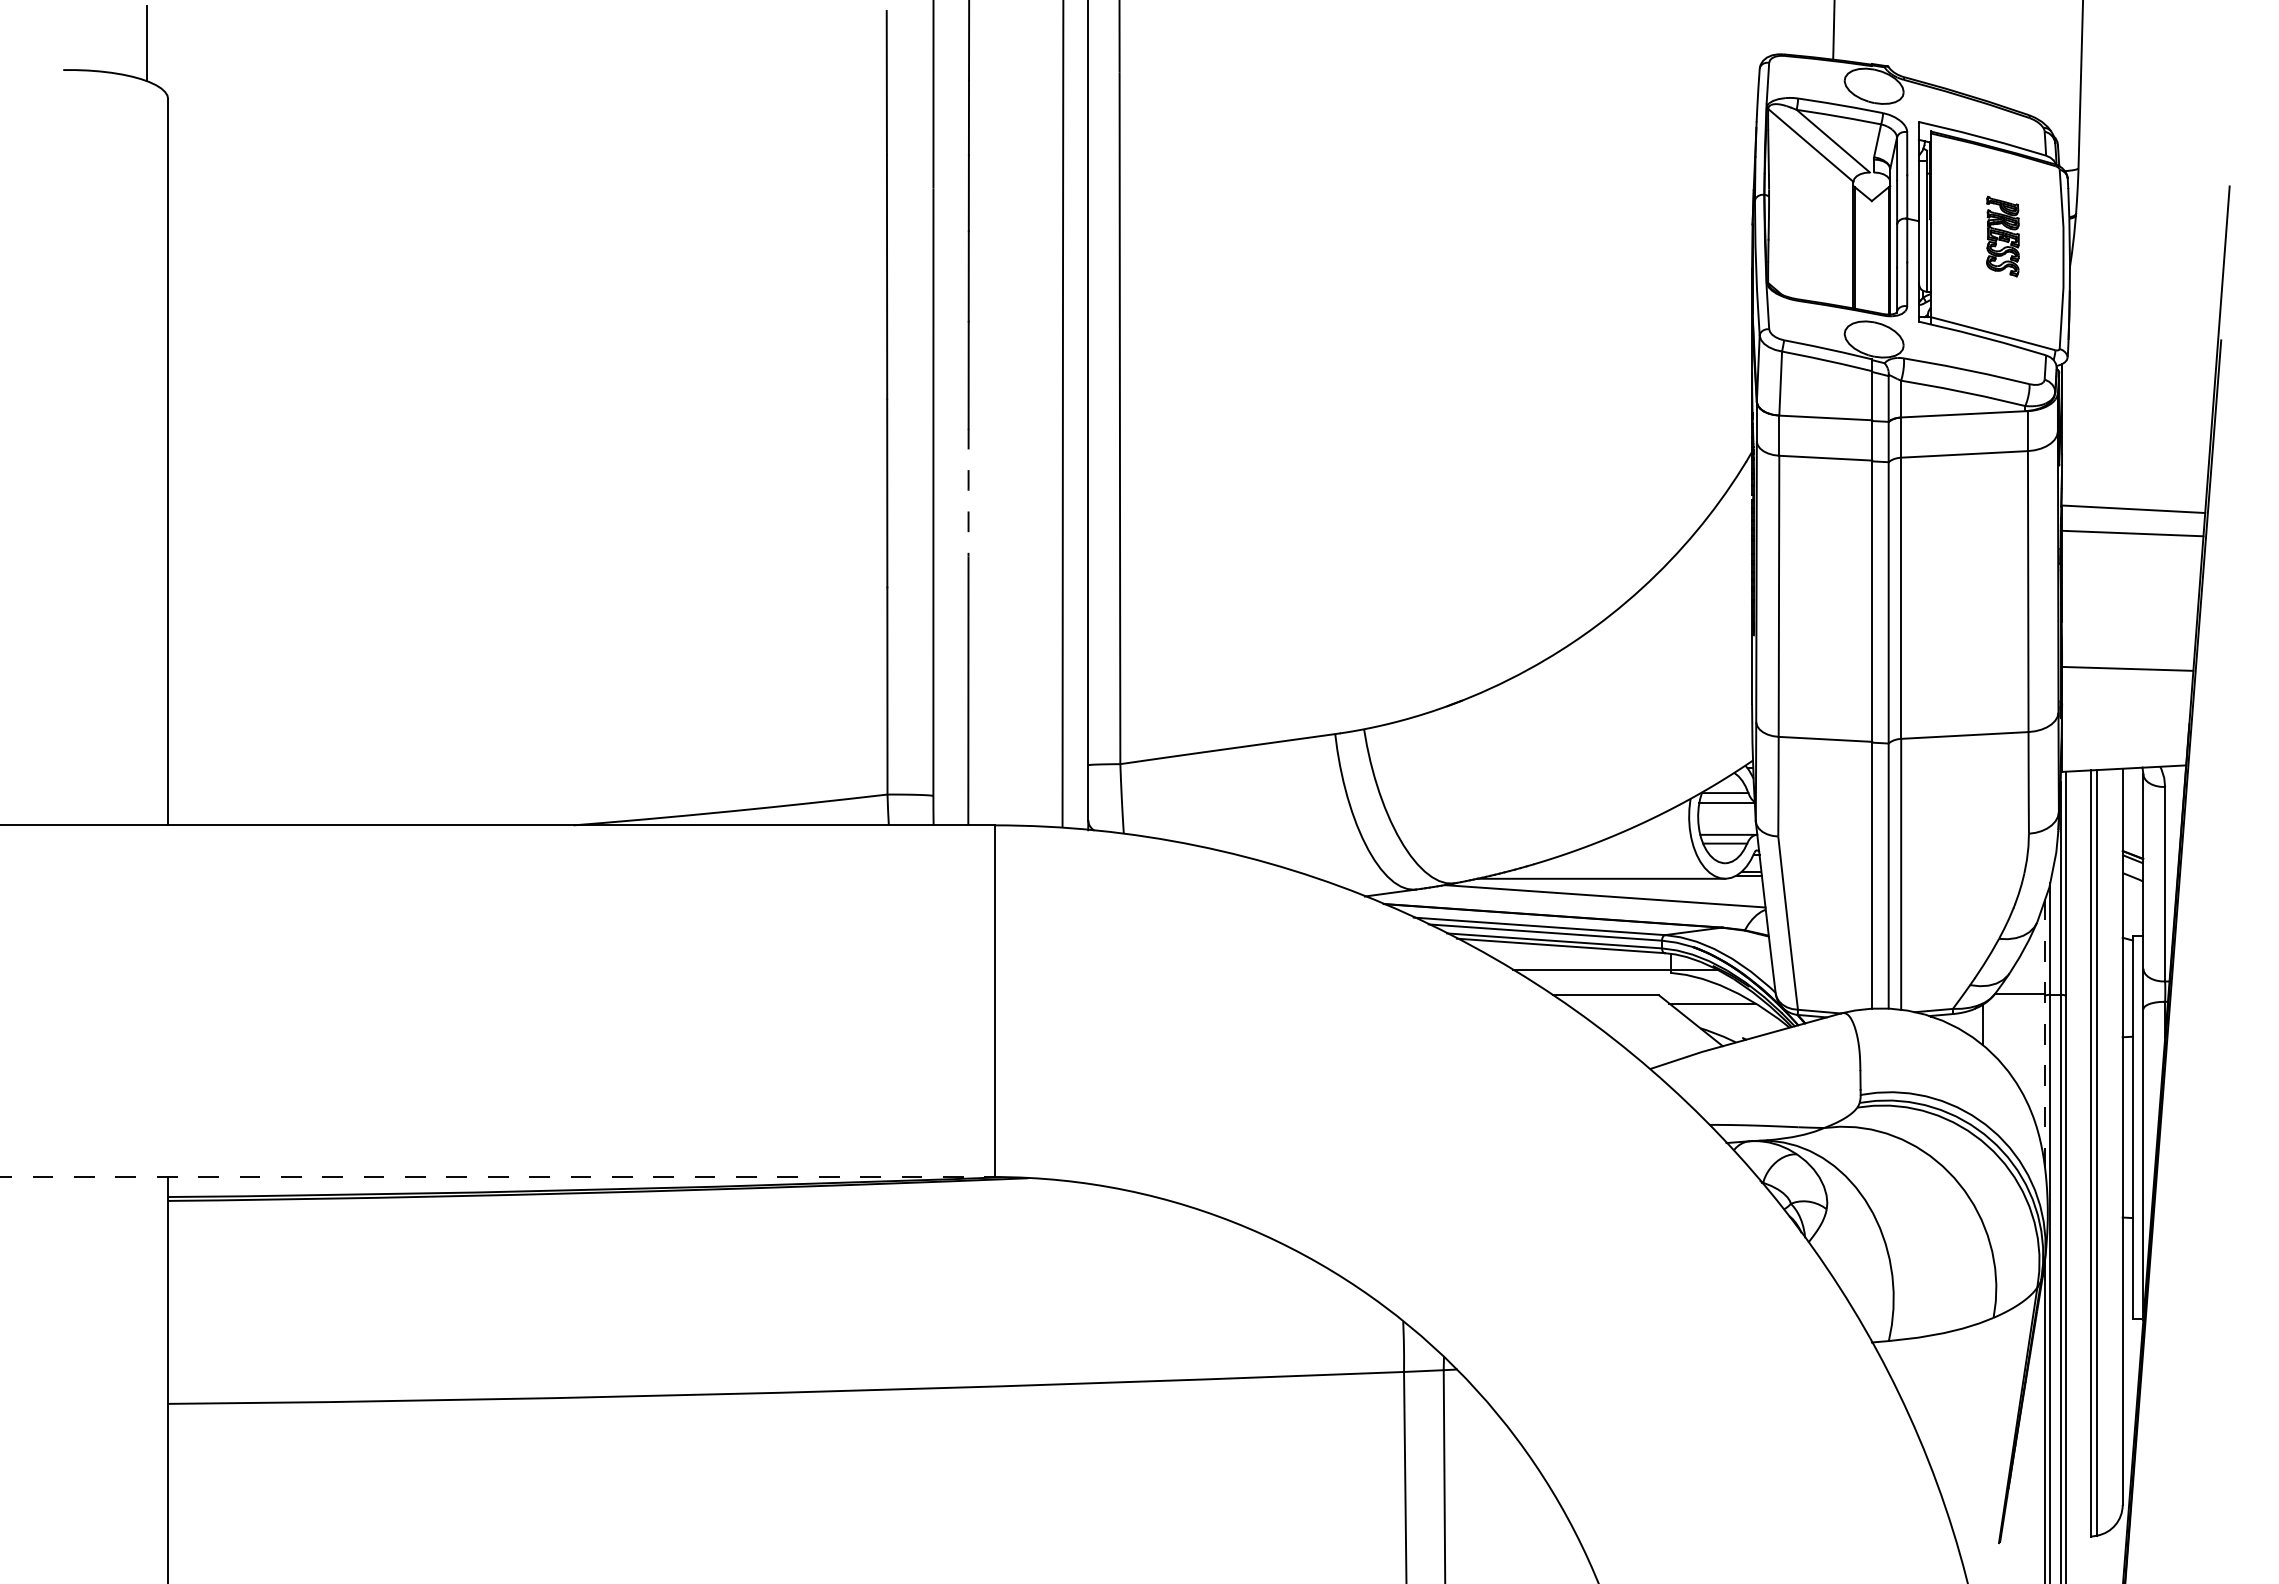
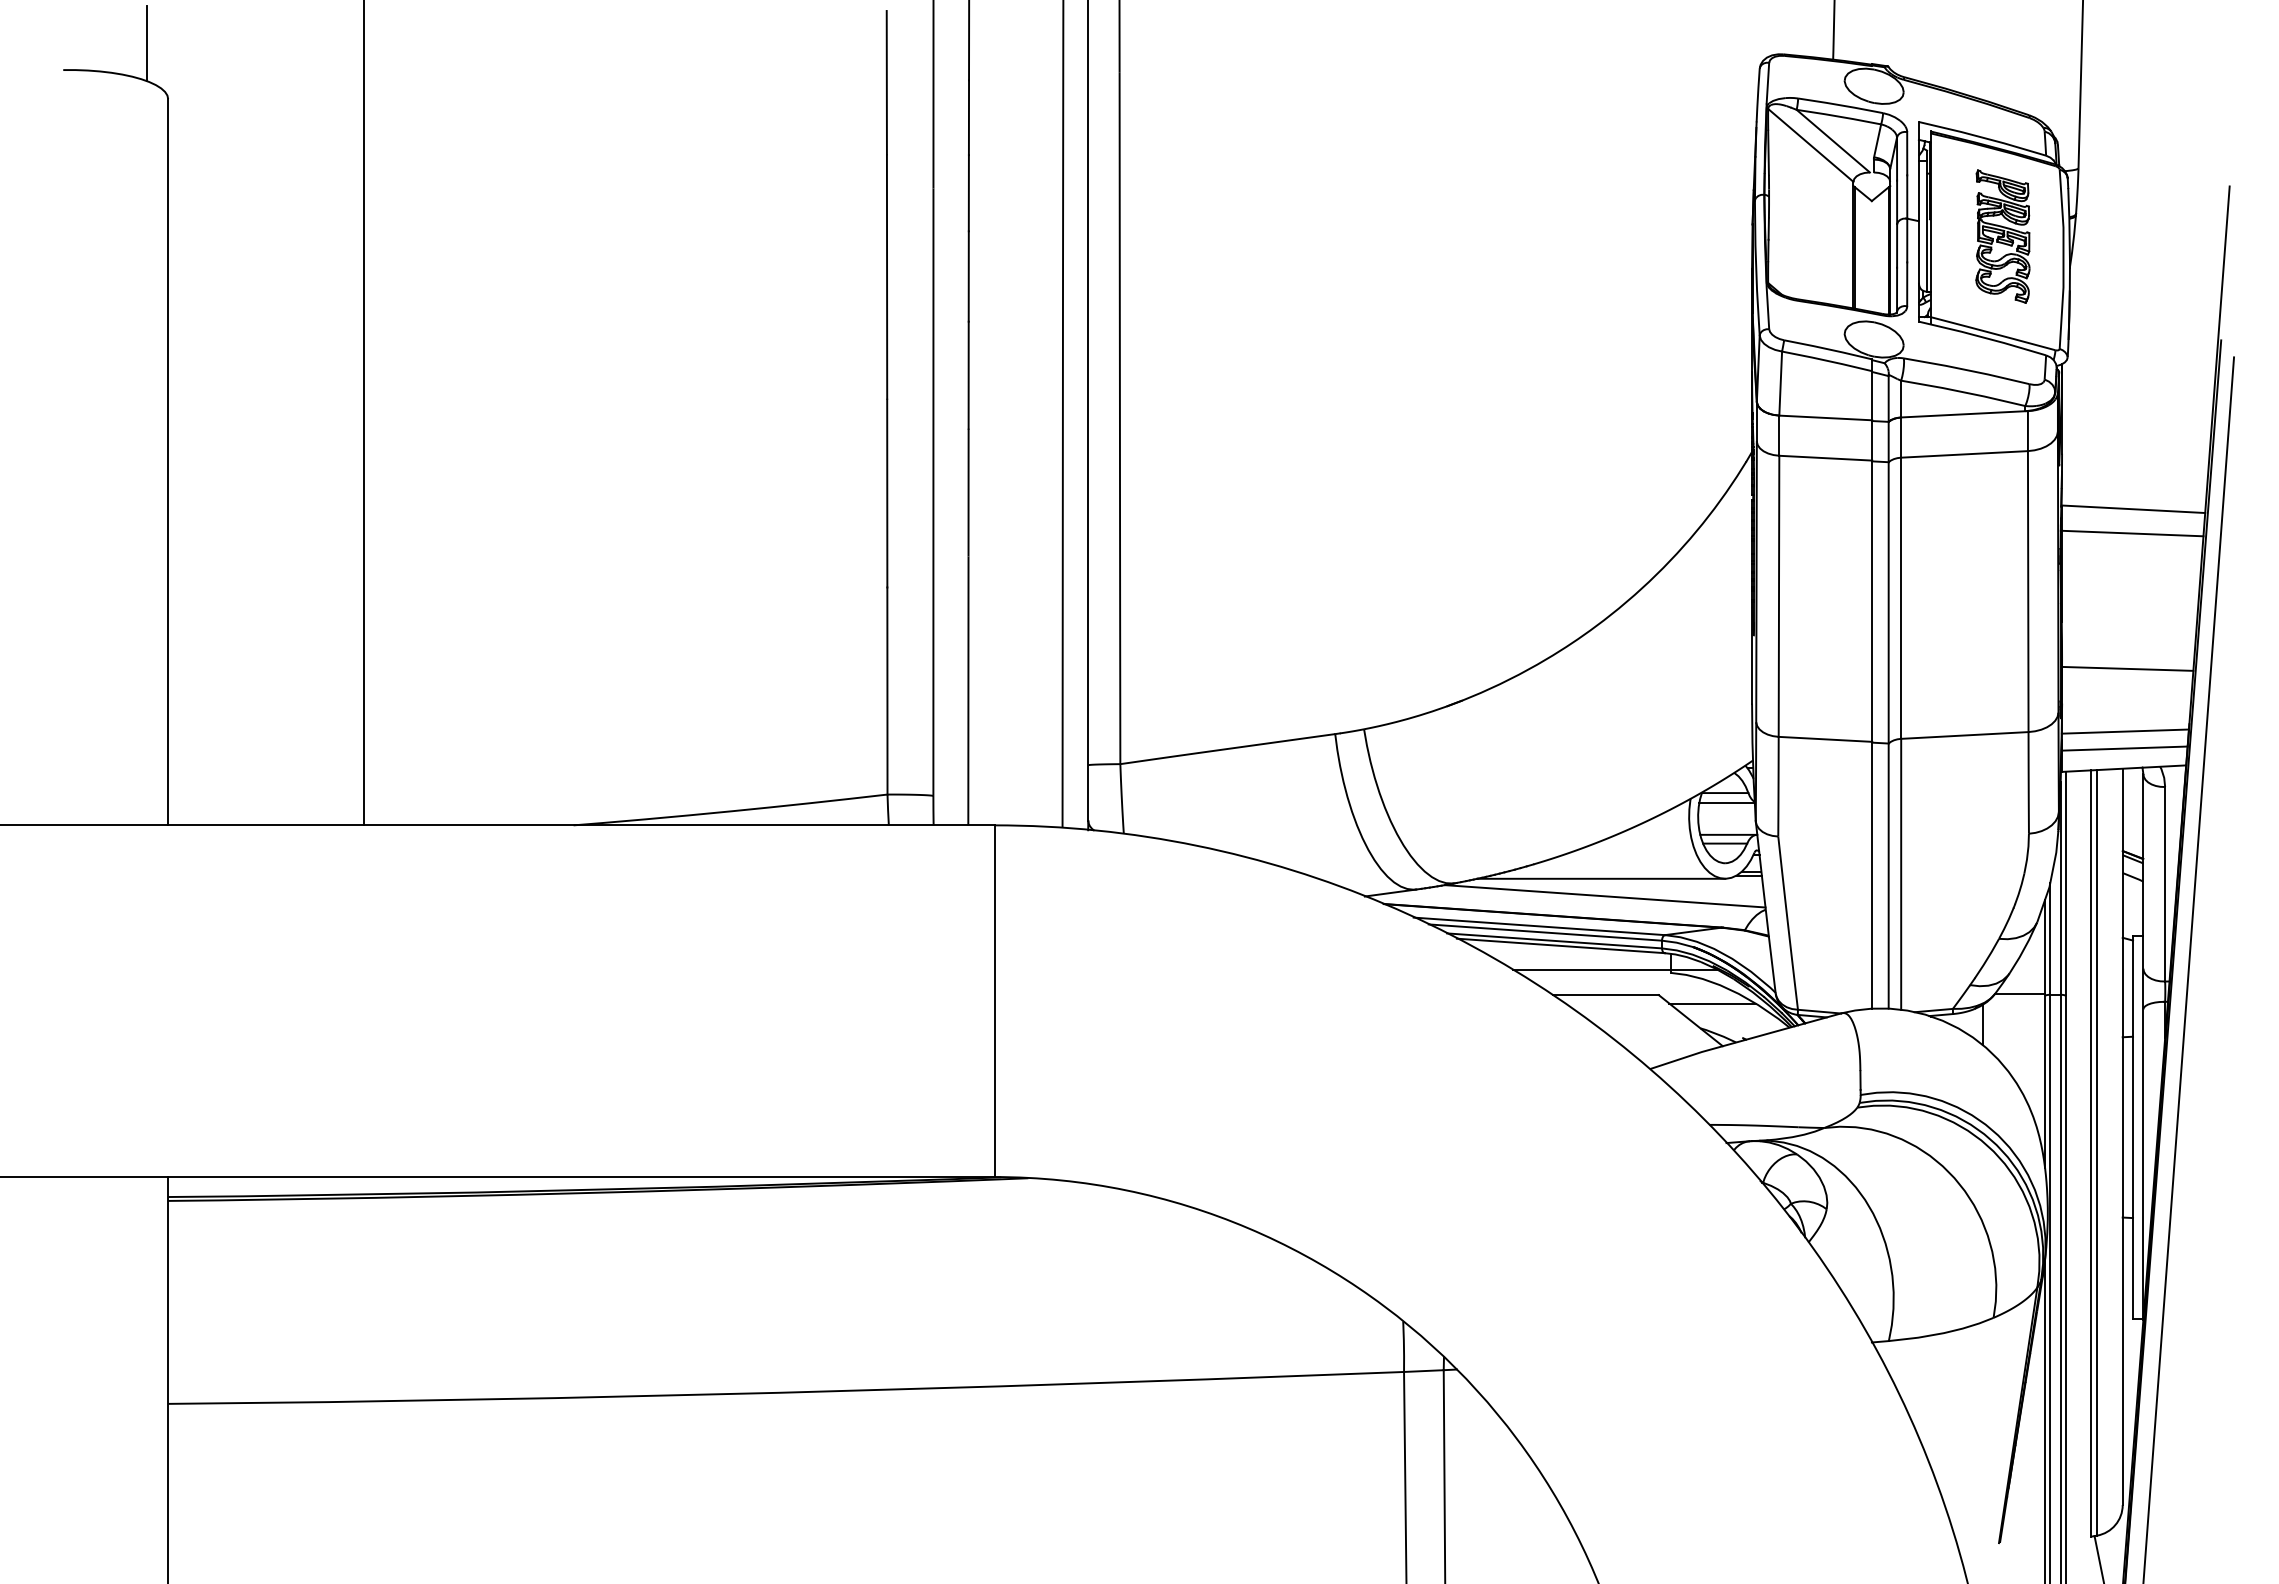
part at (2002, 236) size: 34x83 px -> 56x135 px
line at (364, 413): none -> present
line at (968, 491): dashed -> solid
line at (2124, 731): none -> present
line at (2124, 748): none -> present
line at (2188, 968): none -> present
line at (2045, 1034): dashed -> solid
line at (497, 1177): dashed -> solid
line at (2098, 1558): none -> present
